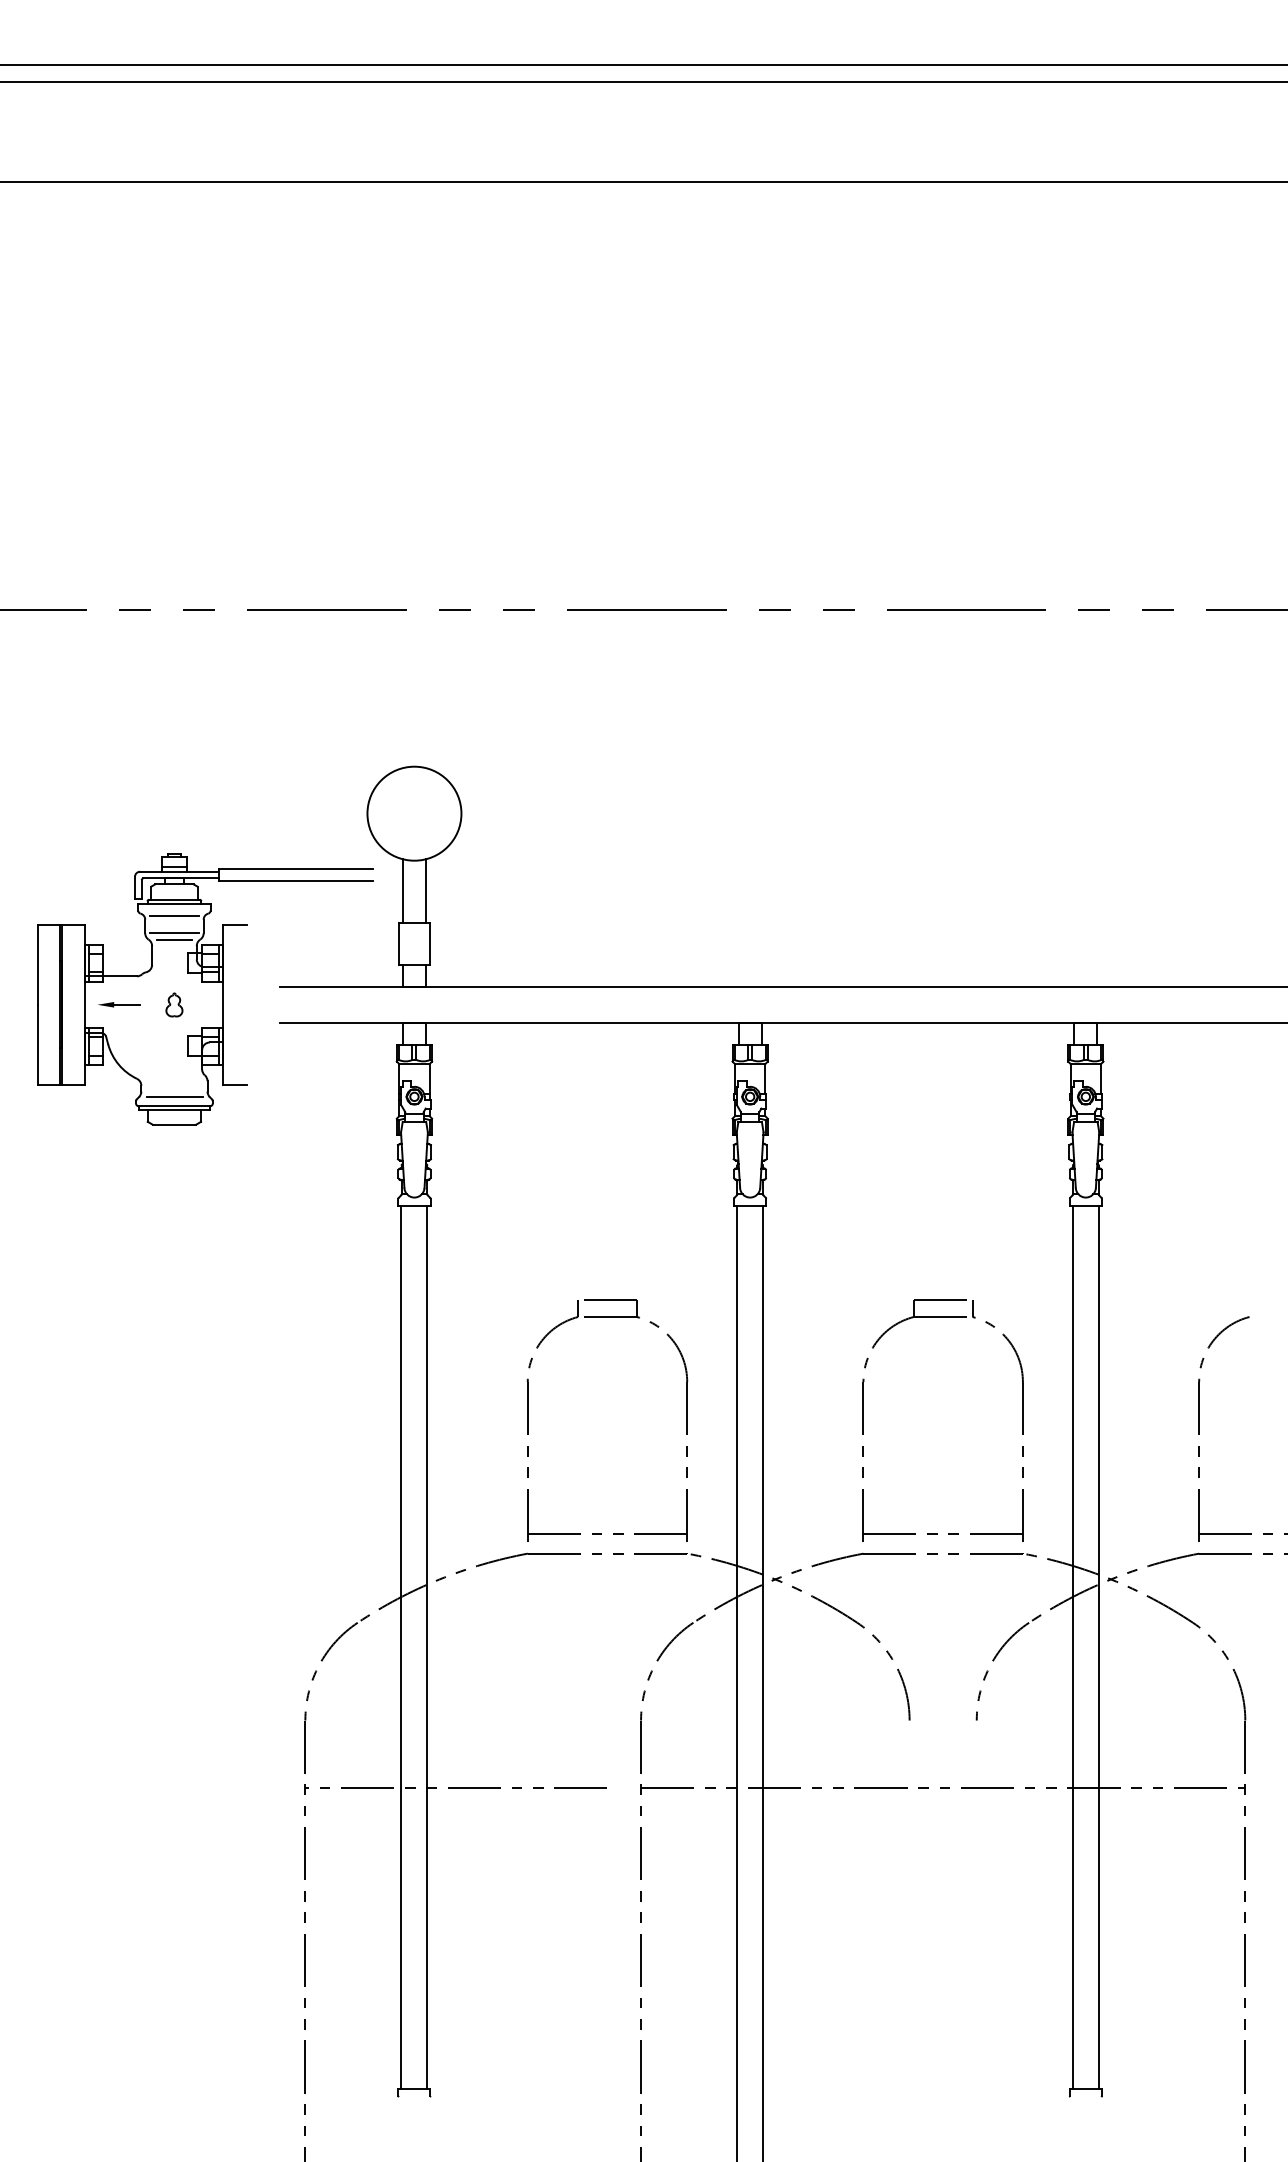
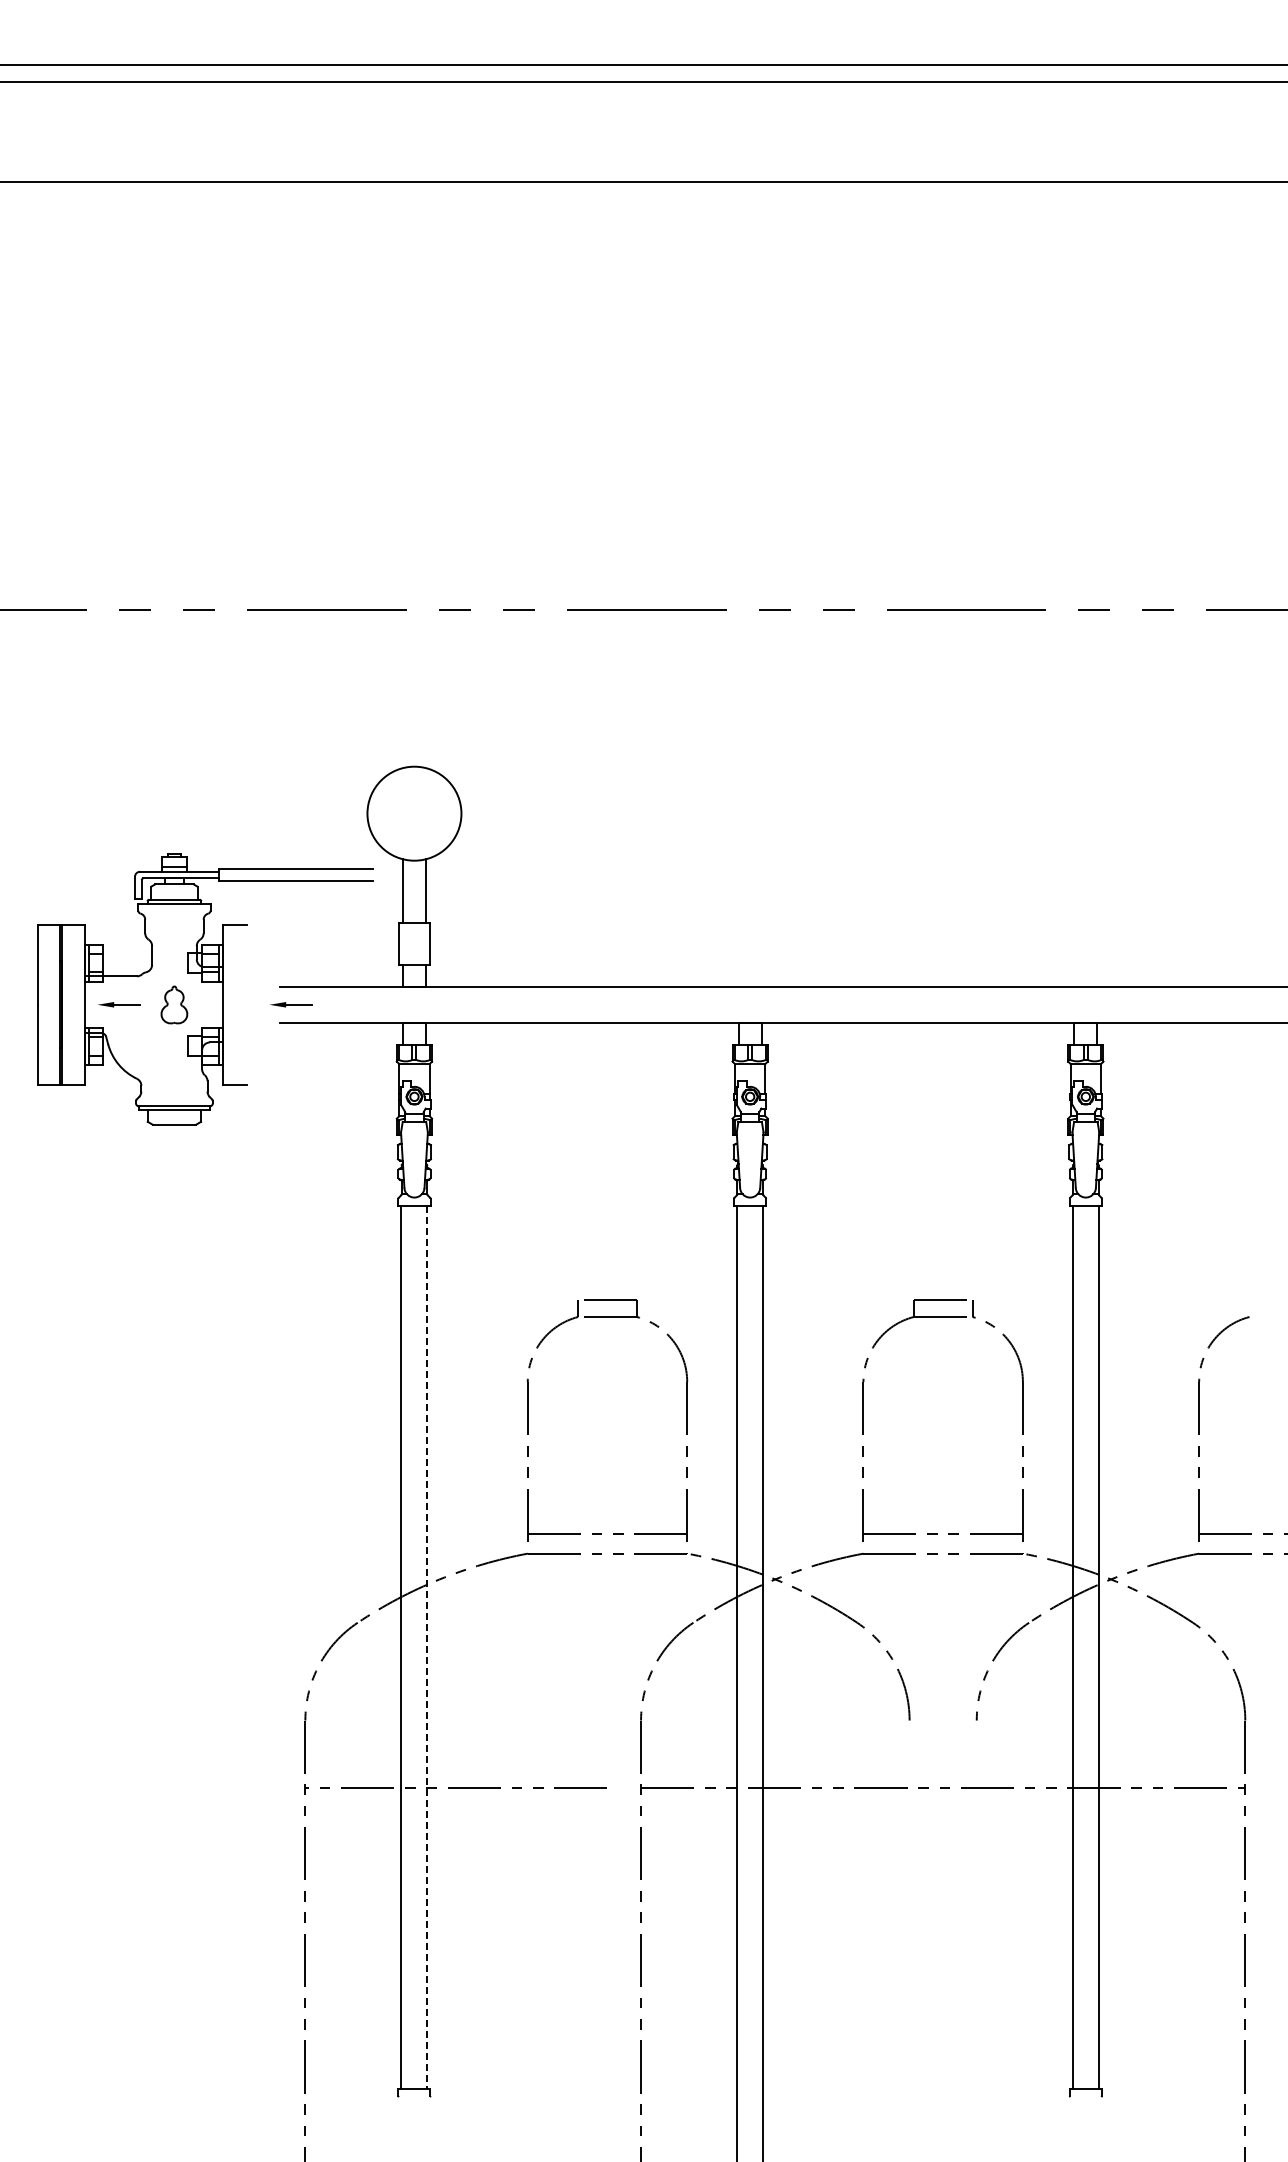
line at (174, 915): present -> none
line at (174, 933): present -> none
line at (174, 939): present -> none
part at (174, 1004) size: 19x26 px -> 29x40 px
part at (291, 1004): none -> present
line at (174, 1097): present -> none
line at (427, 1647): solid -> dashed
